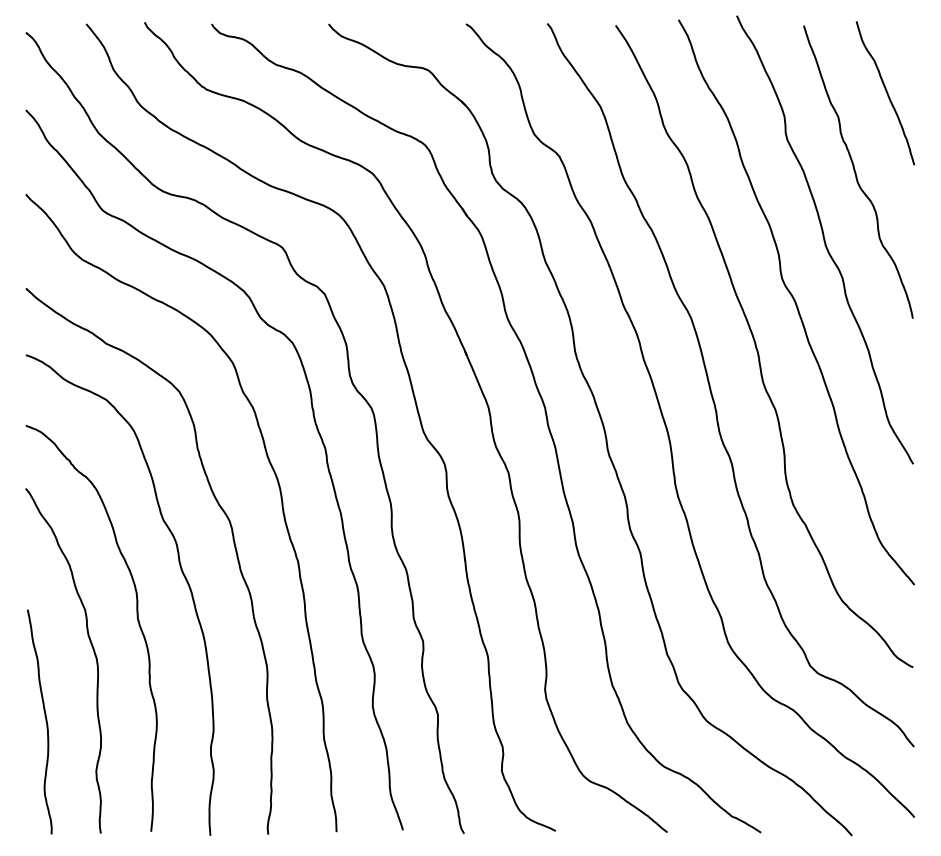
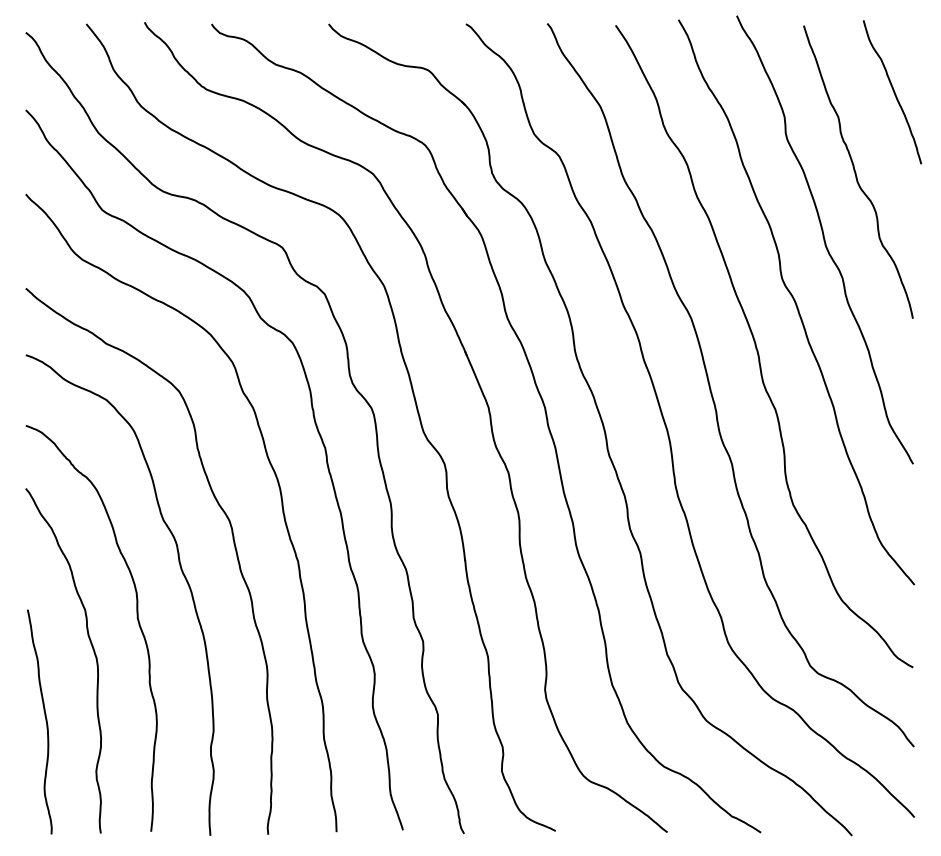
curve at (886, 93) position: (886, 93) -> (893, 92)
